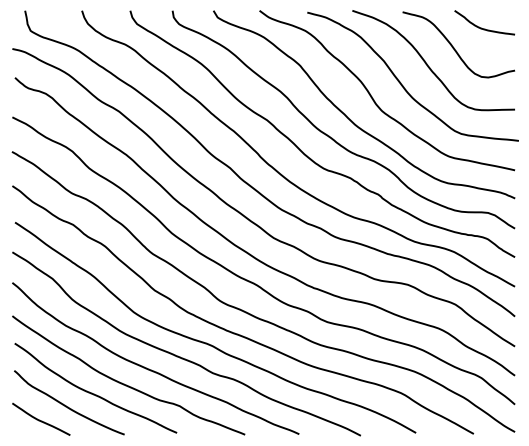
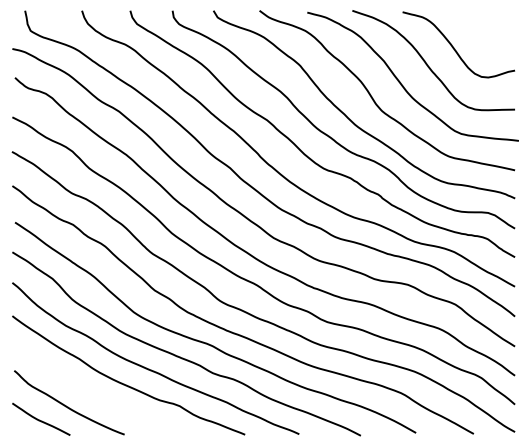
curve at (481, 27): present -> none
curve at (92, 392): present -> none
